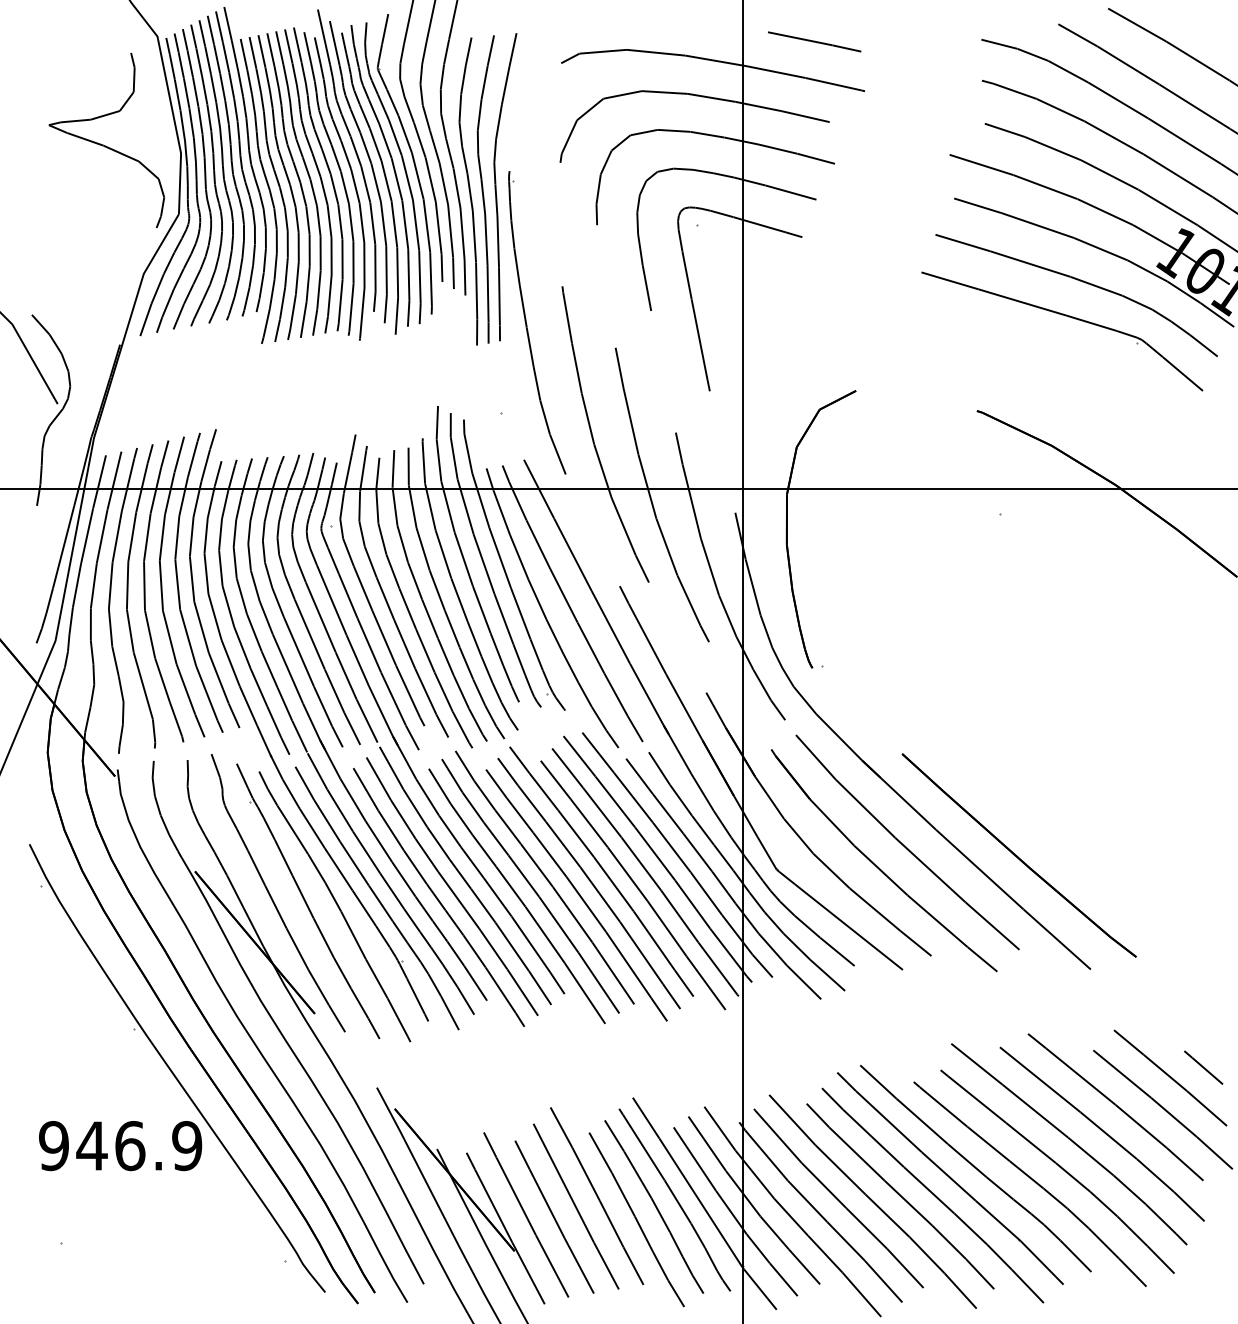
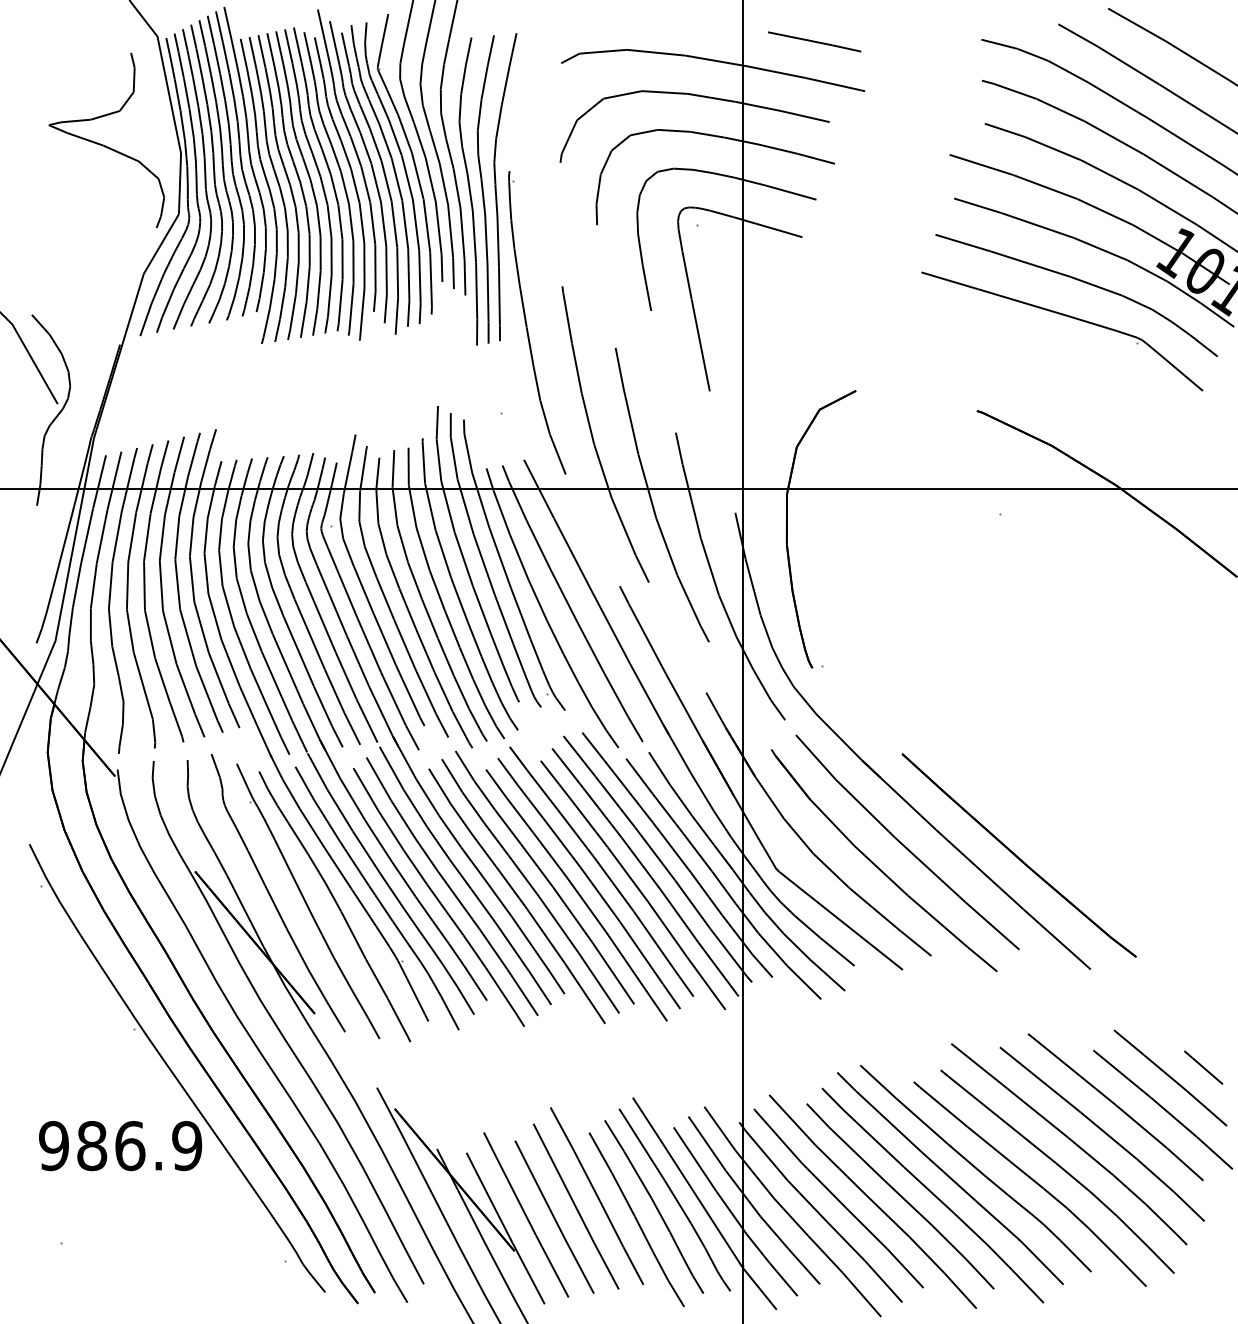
text at (91, 1146): 946.9 -> 986.9
